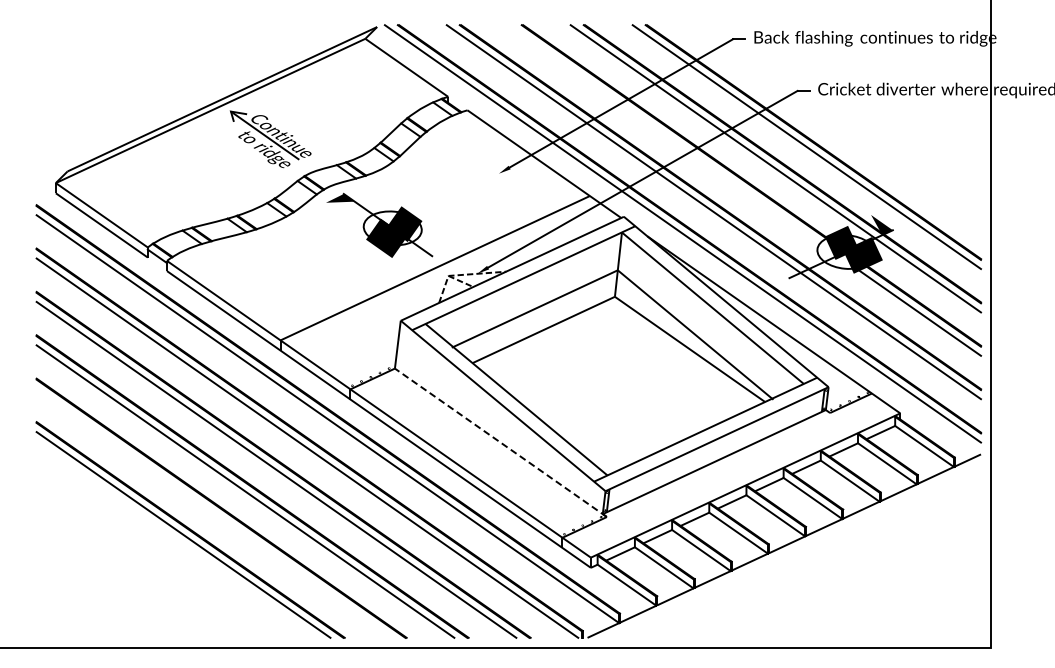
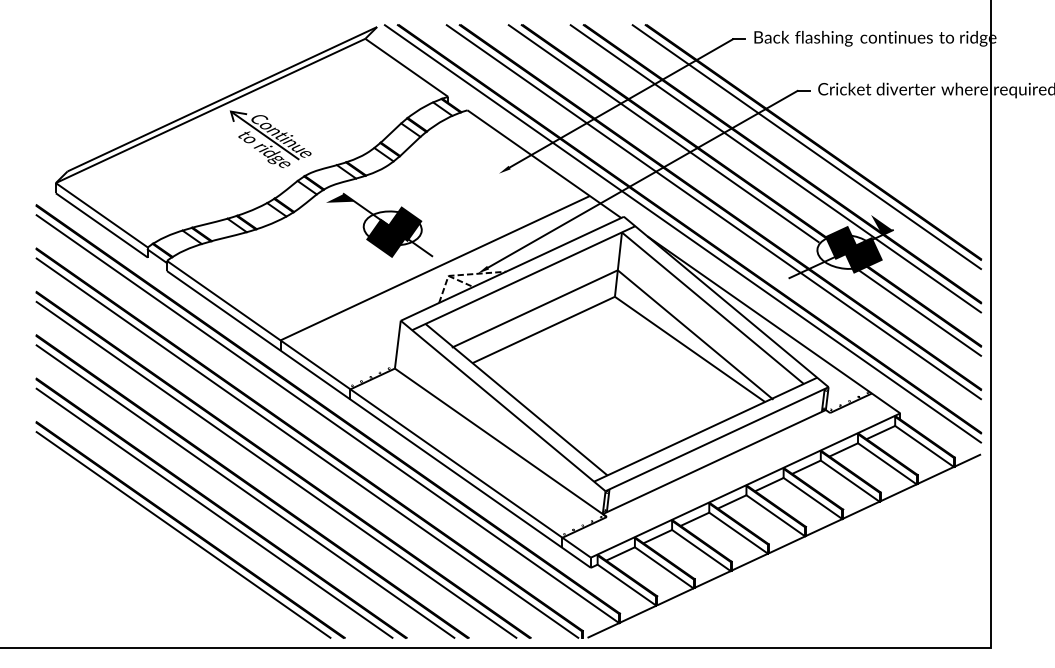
line at (663, 133): none -> present
line at (500, 442): dashed -> solid
line at (214, 512): none -> present
